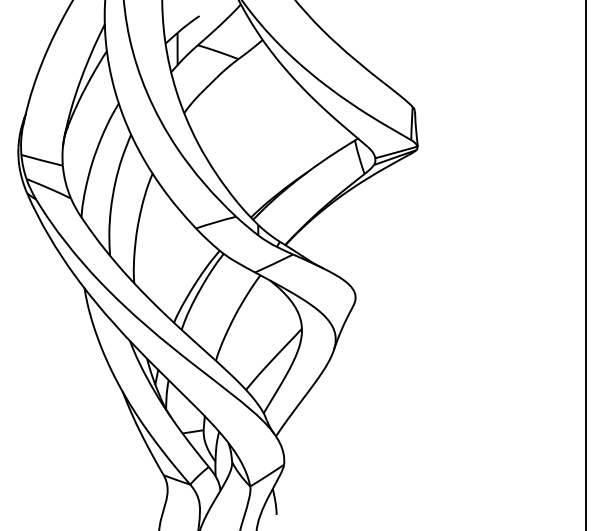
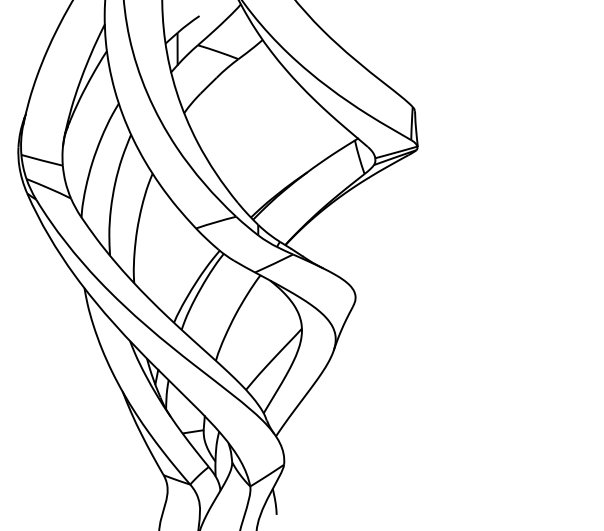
line at (585, 264): present -> none
